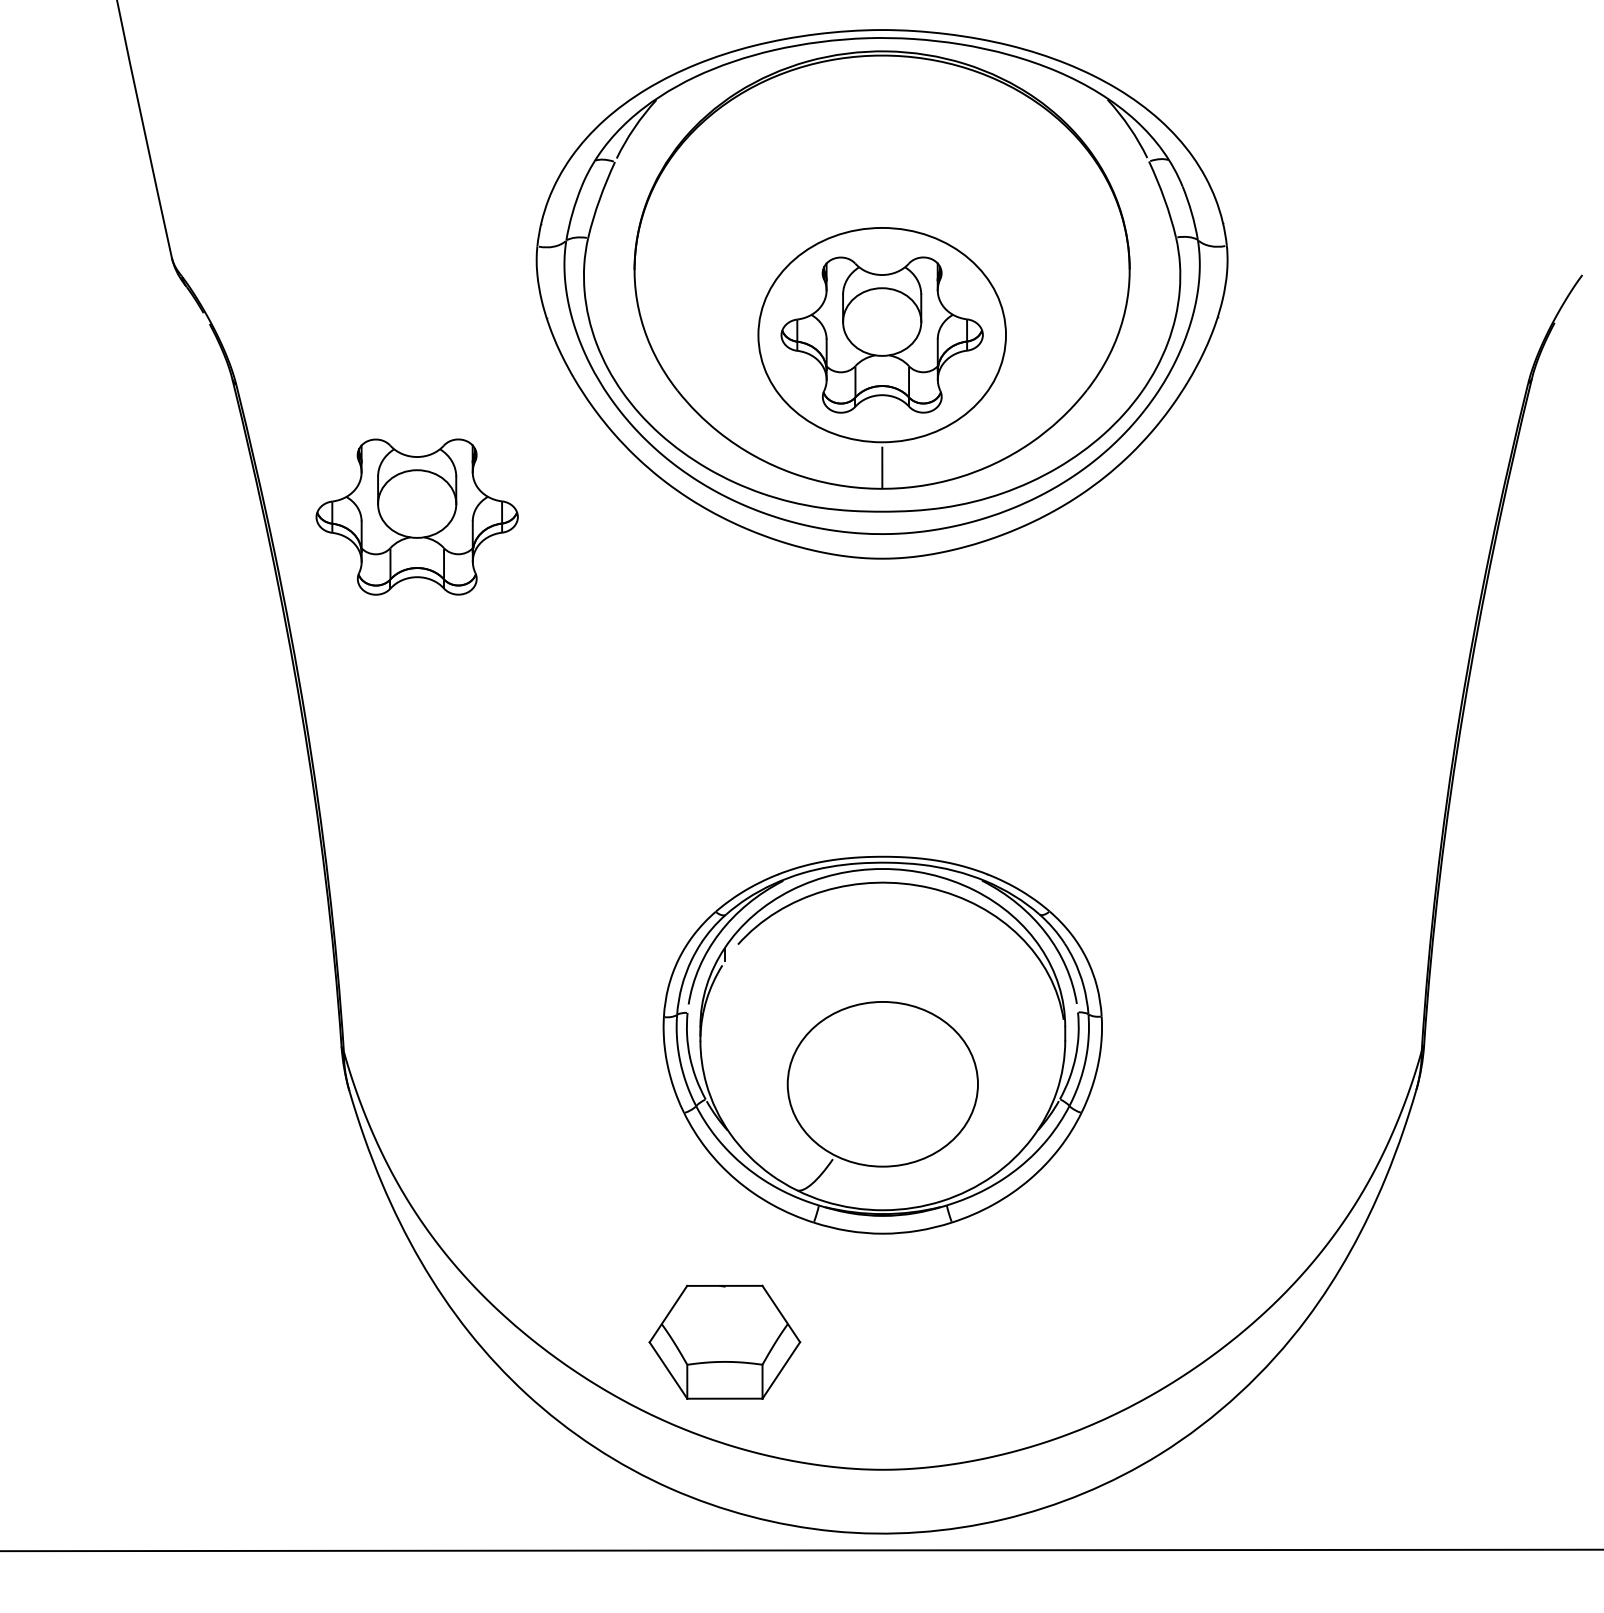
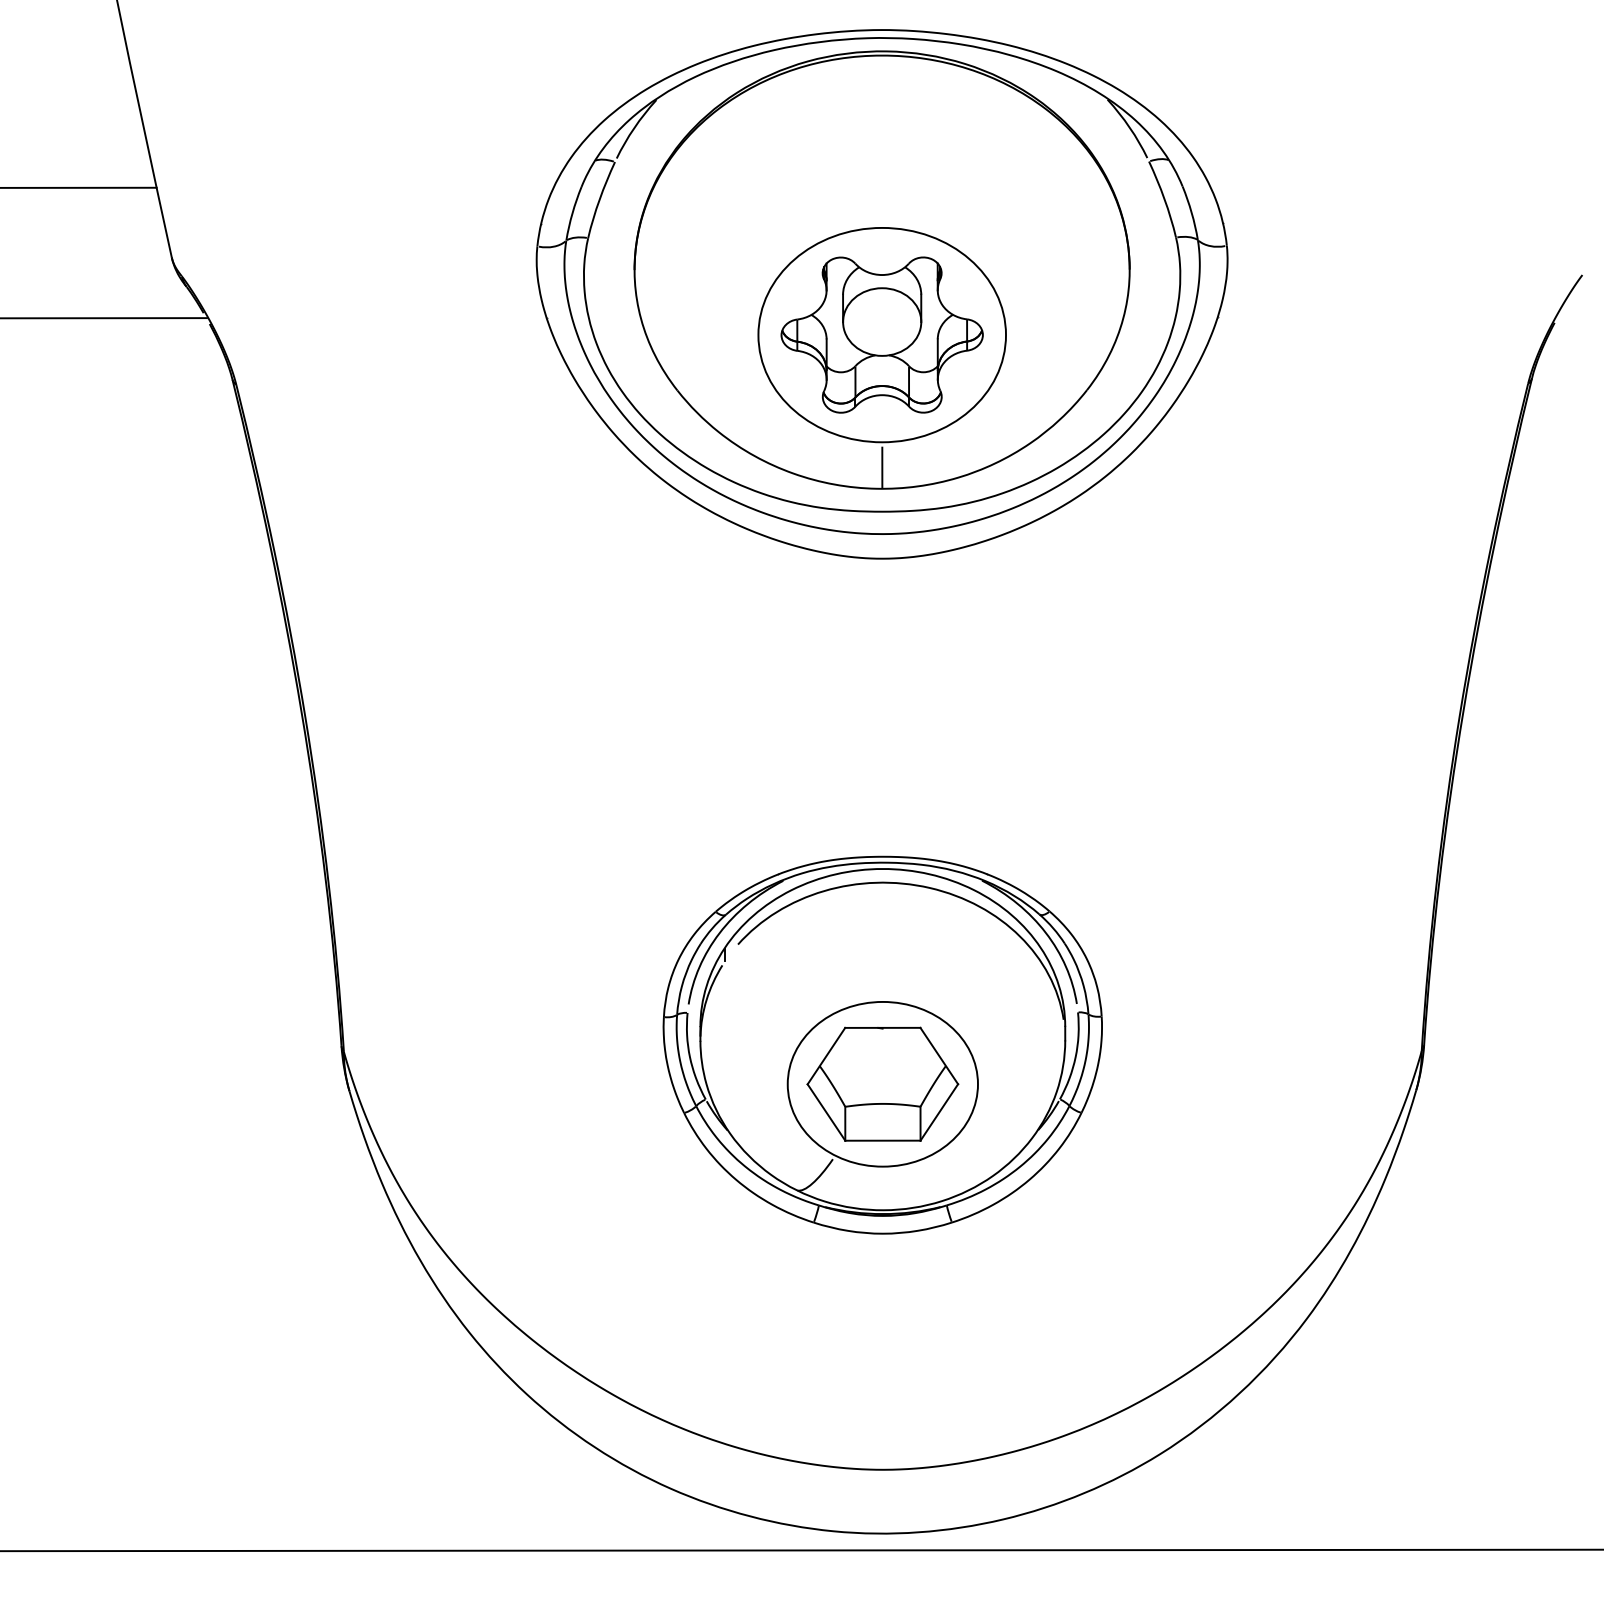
line at (79, 187): none -> present
line at (104, 318): none -> present
part at (416, 516): present -> none
part at (724, 1341) position: (724, 1341) -> (882, 1083)
